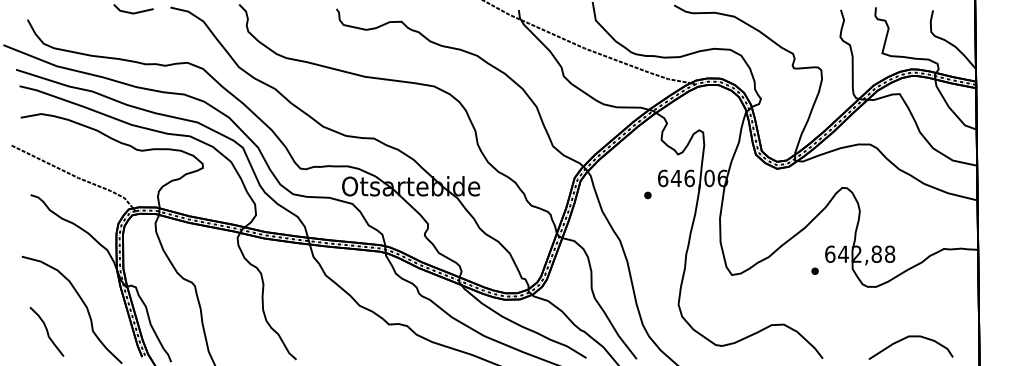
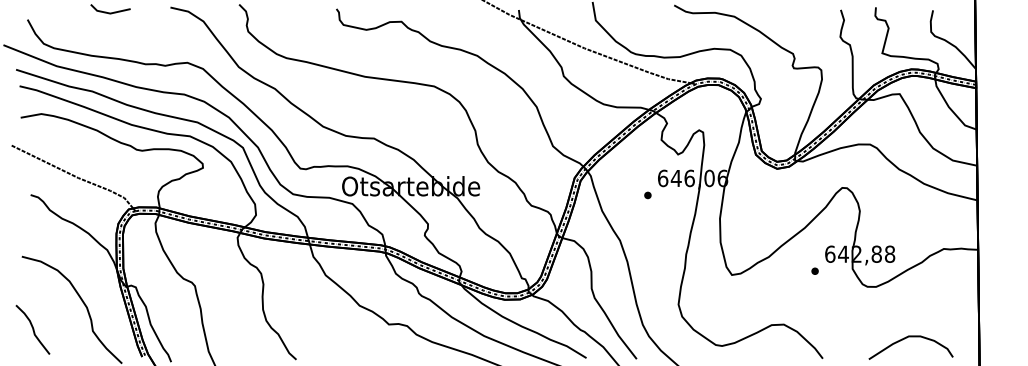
line at (133, 12) position: (133, 12) -> (110, 12)
curve at (46, 331) position: (46, 331) -> (32, 329)
